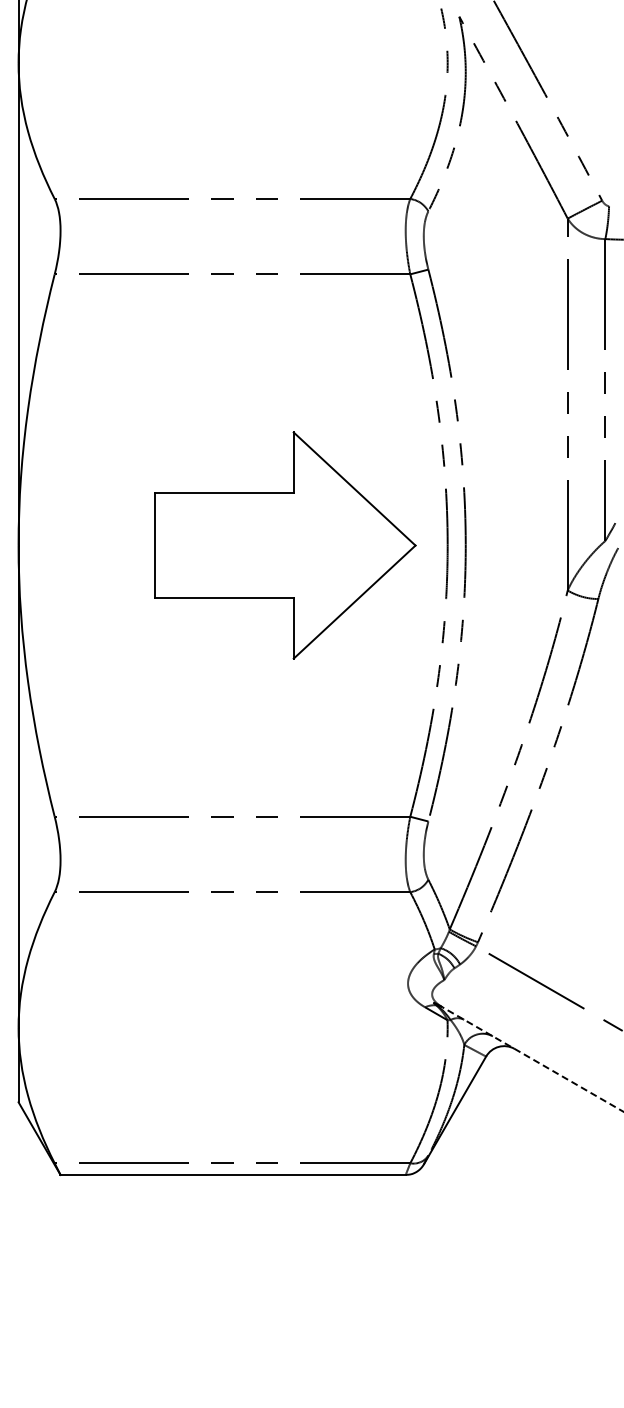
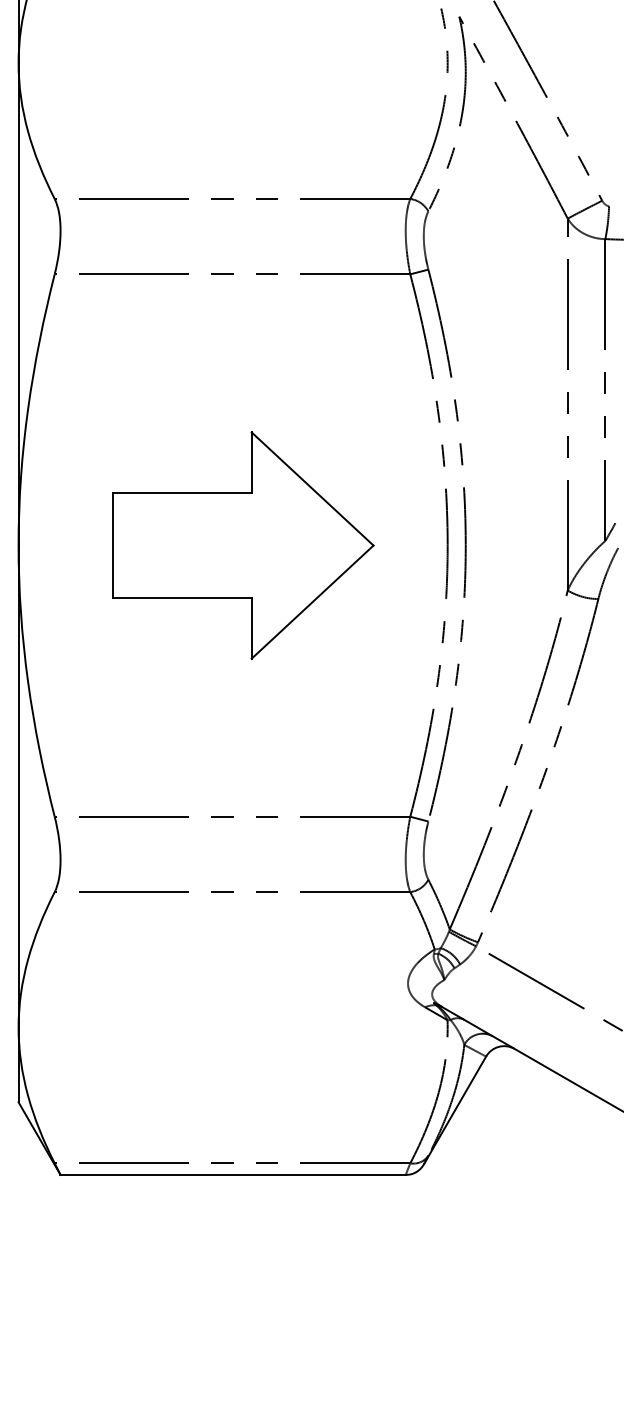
part at (285, 545) position: (285, 545) -> (243, 545)
line at (532, 1059): dashed -> solid
